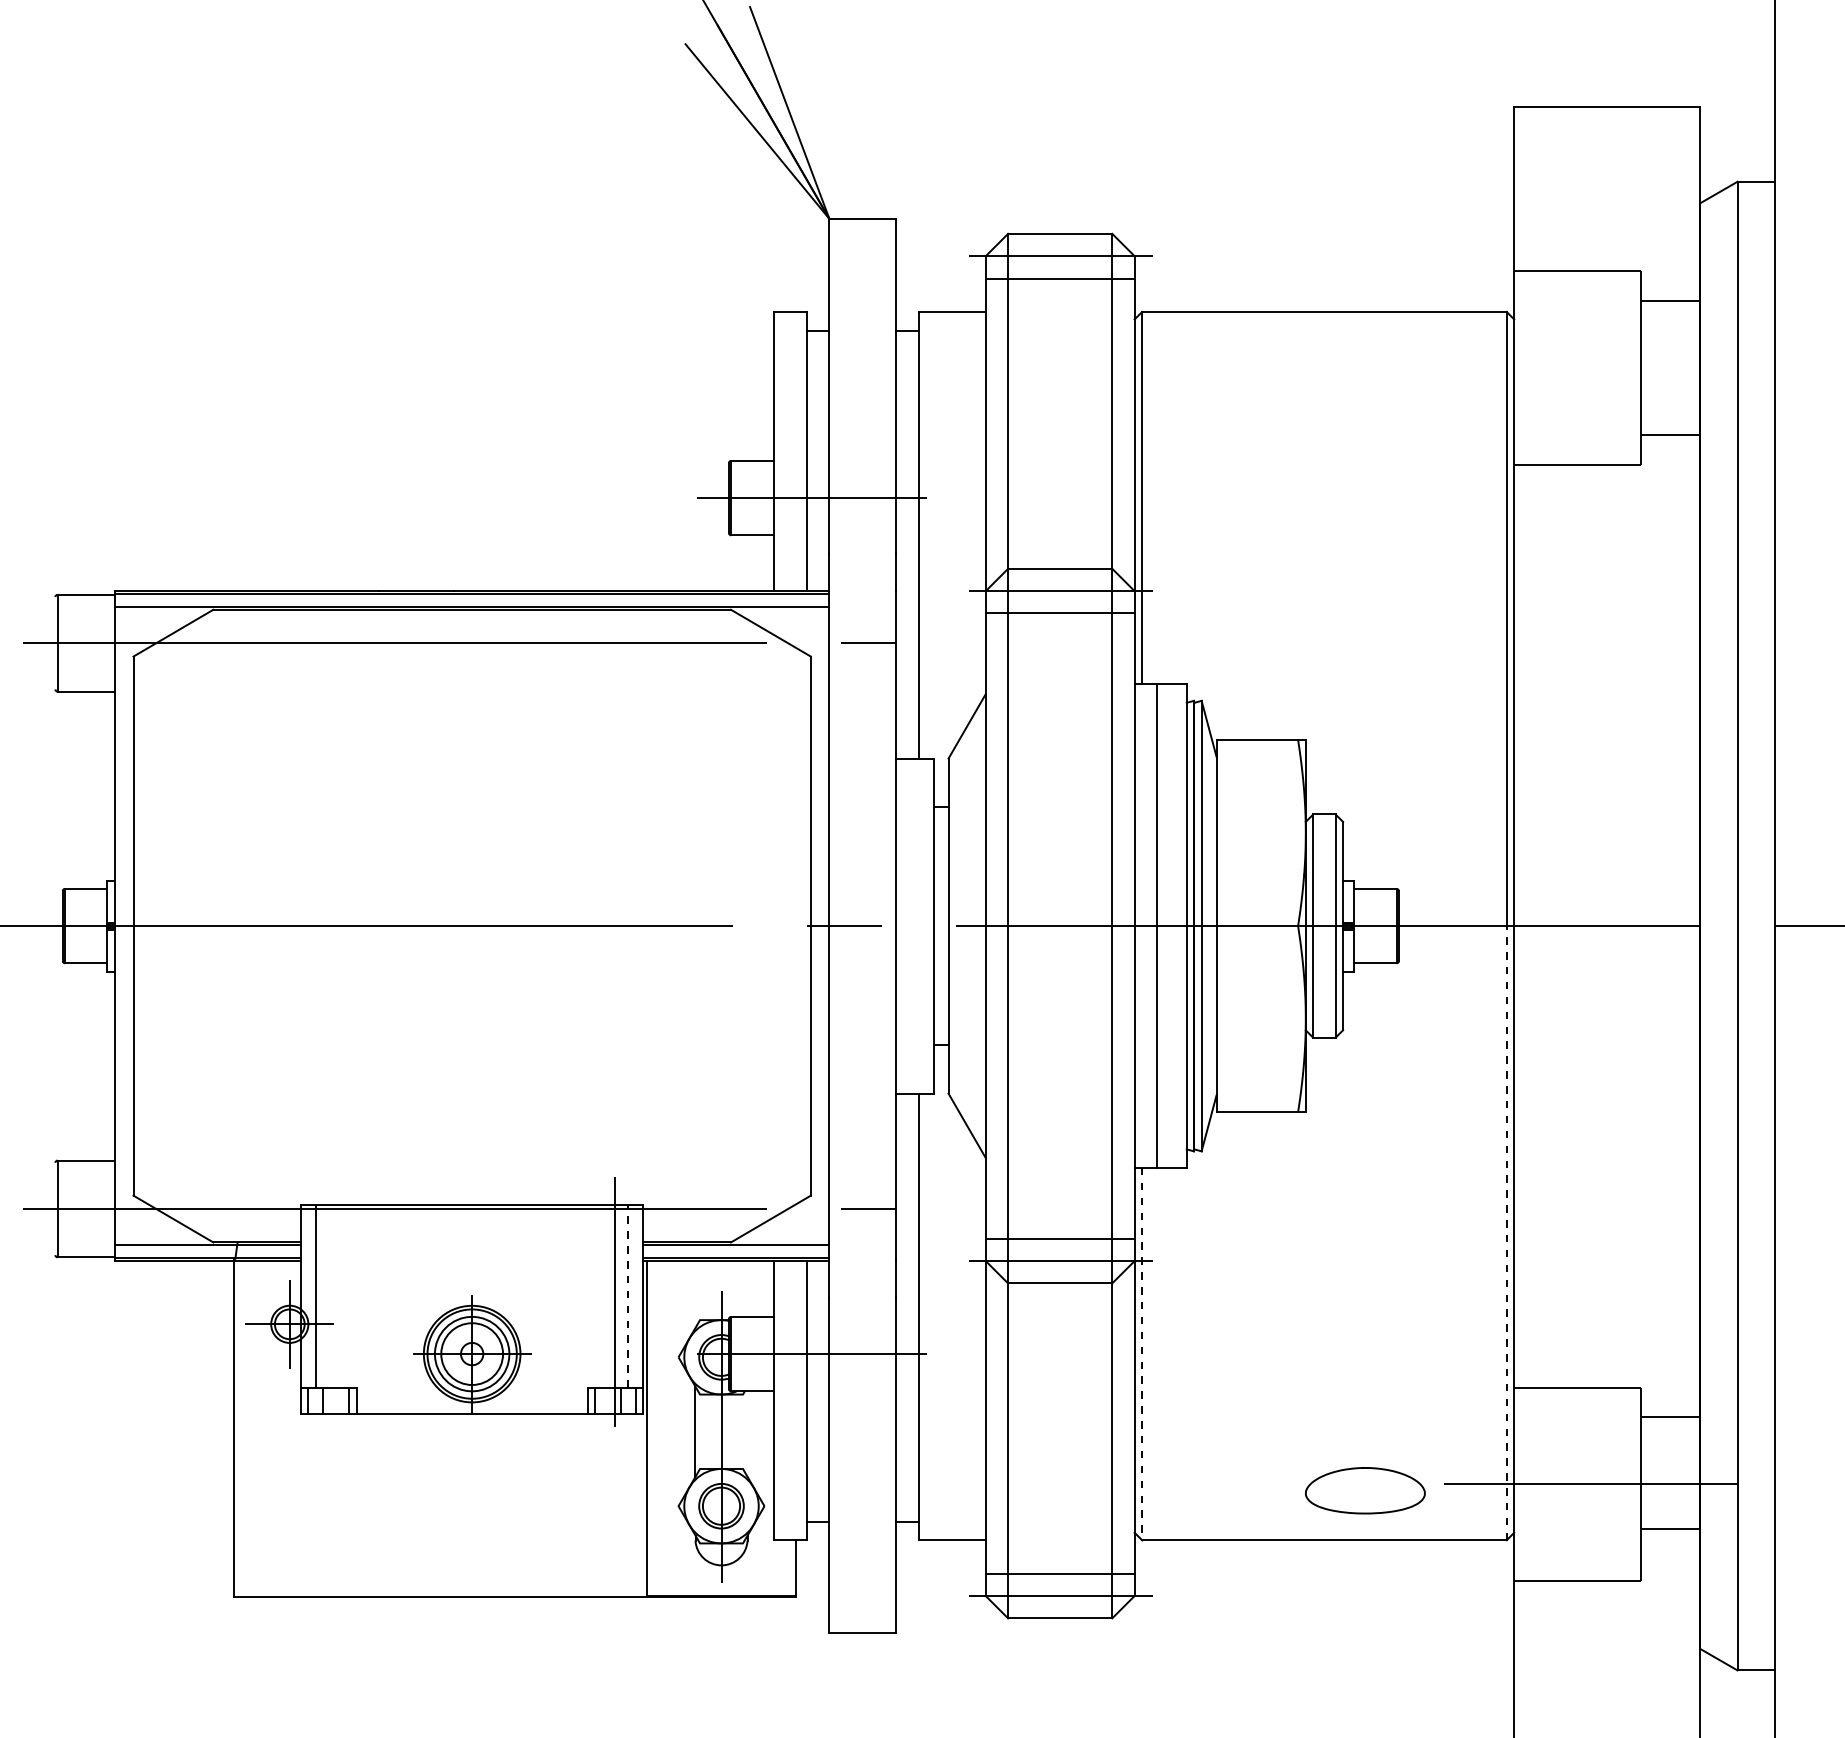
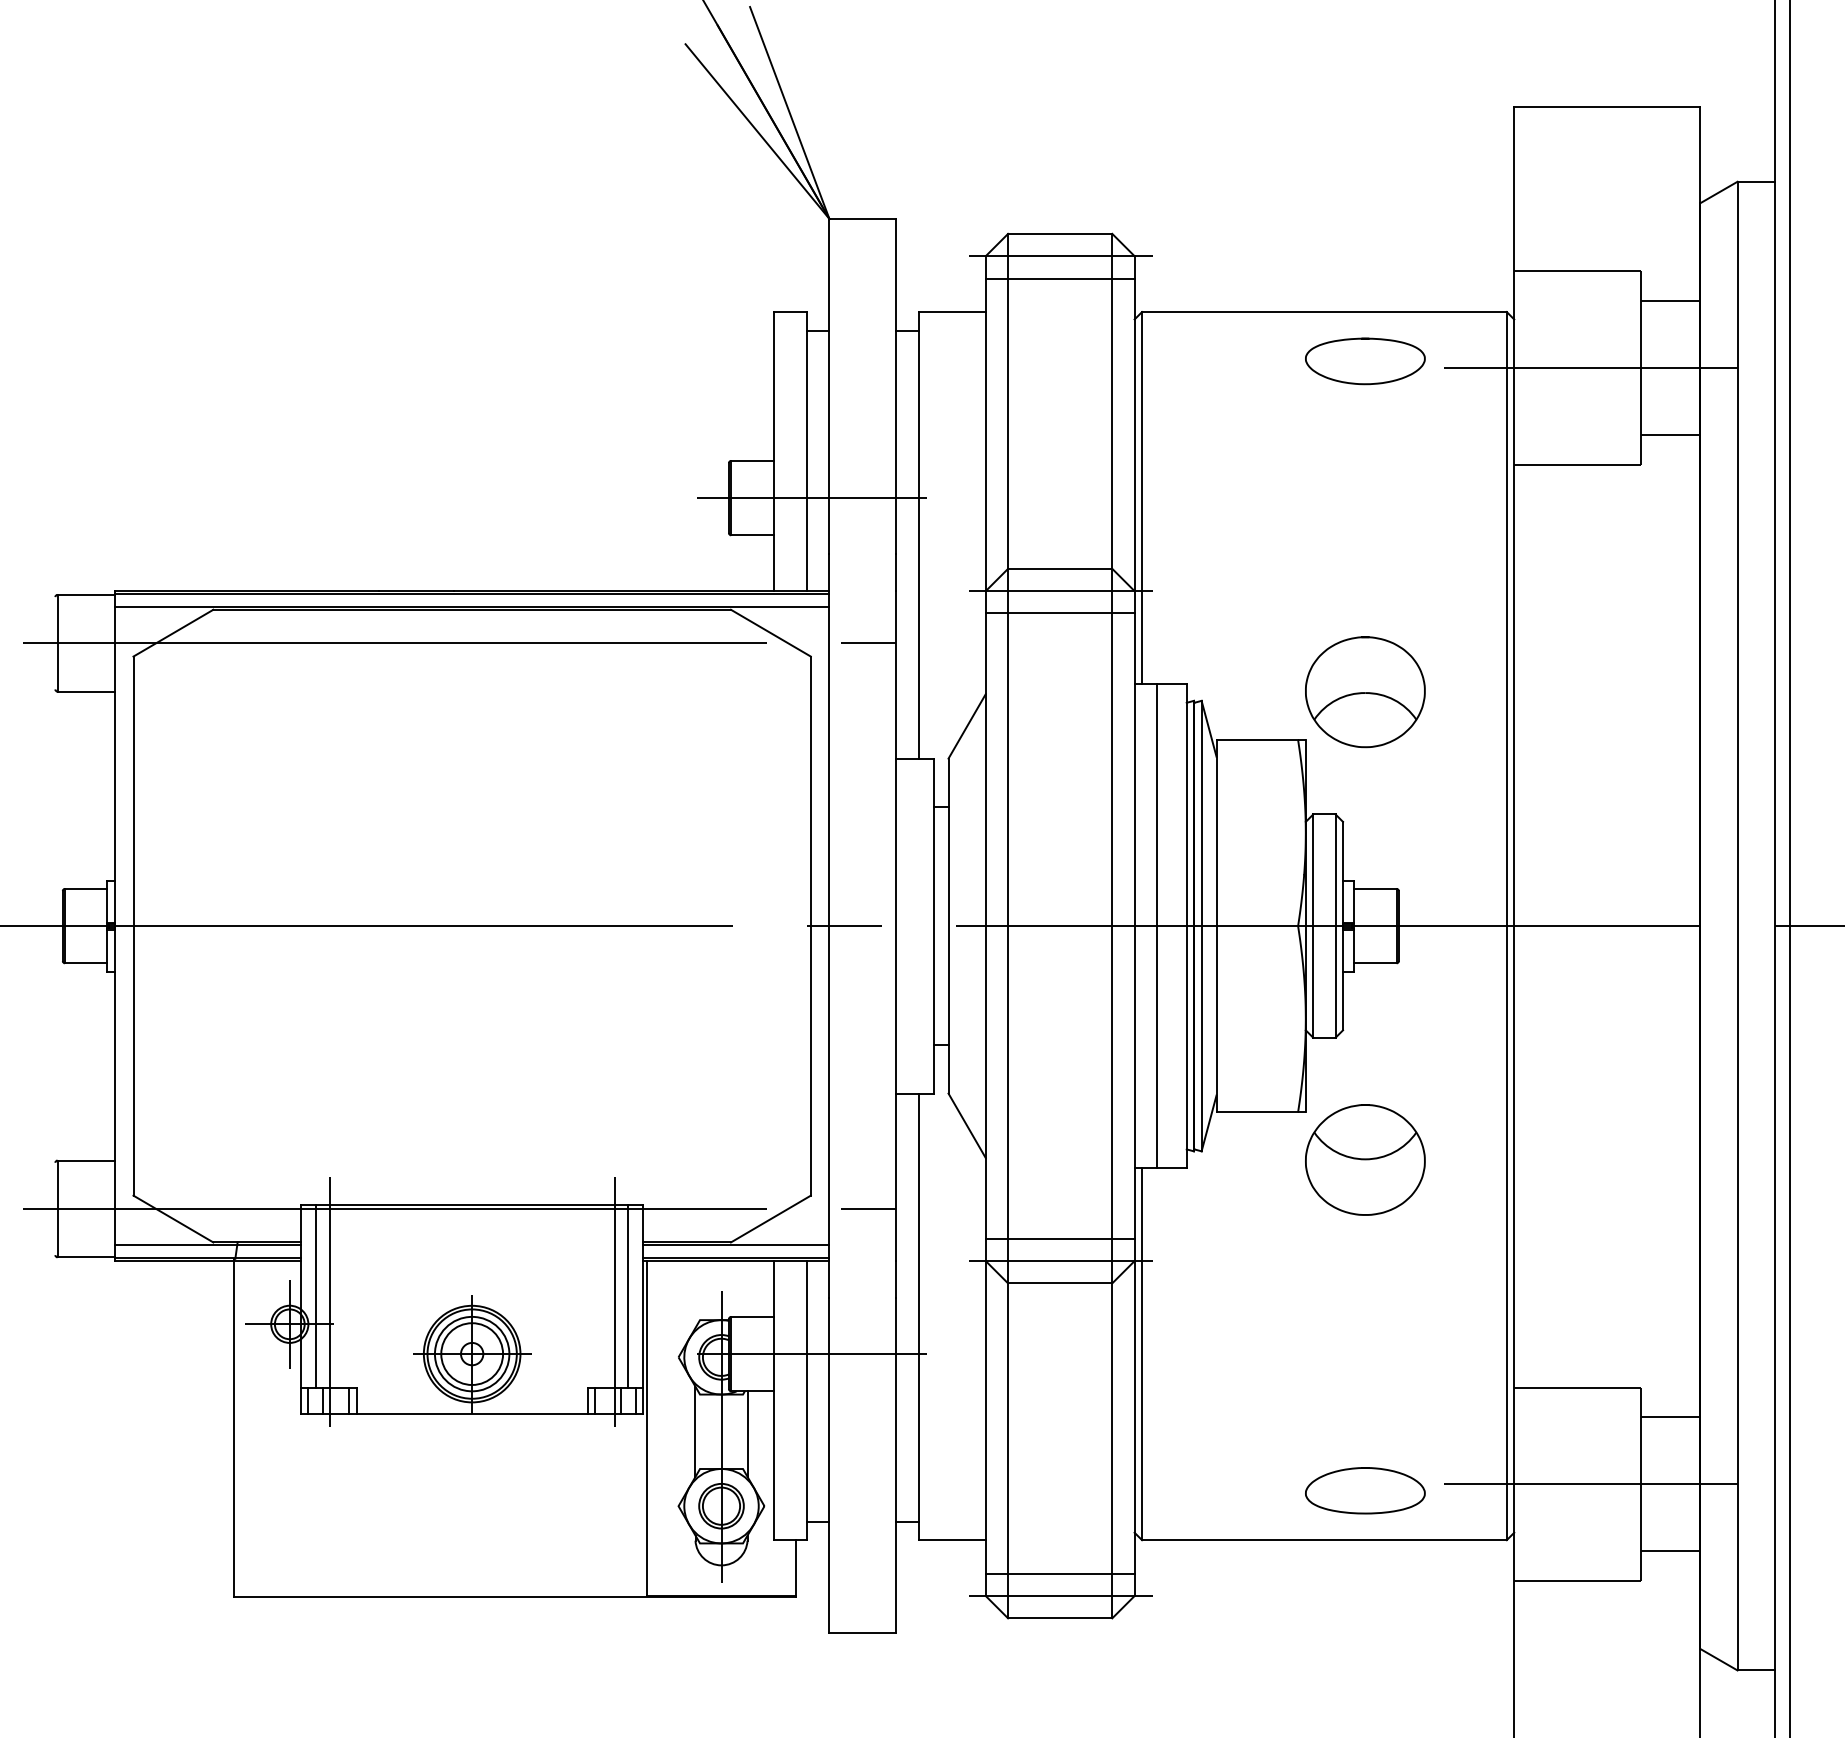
curve at (1365, 339): none -> present
line at (1590, 367): none -> present
part at (1365, 692): none -> present
line at (1789, 868): none -> present
part at (1365, 1159): none -> present
line at (1506, 1232): dashed -> solid
line at (628, 1295): dashed -> solid
line at (329, 1301): none -> present
line at (1142, 1354): dashed -> solid
line at (747, 1433): none -> present
line at (1670, 1529) position: (1670, 1529) -> (1670, 1551)
